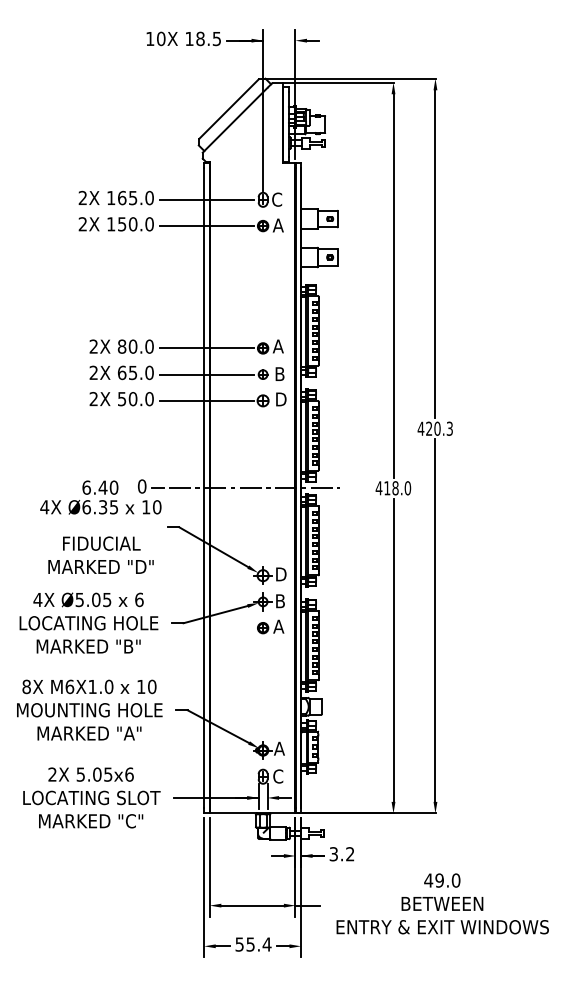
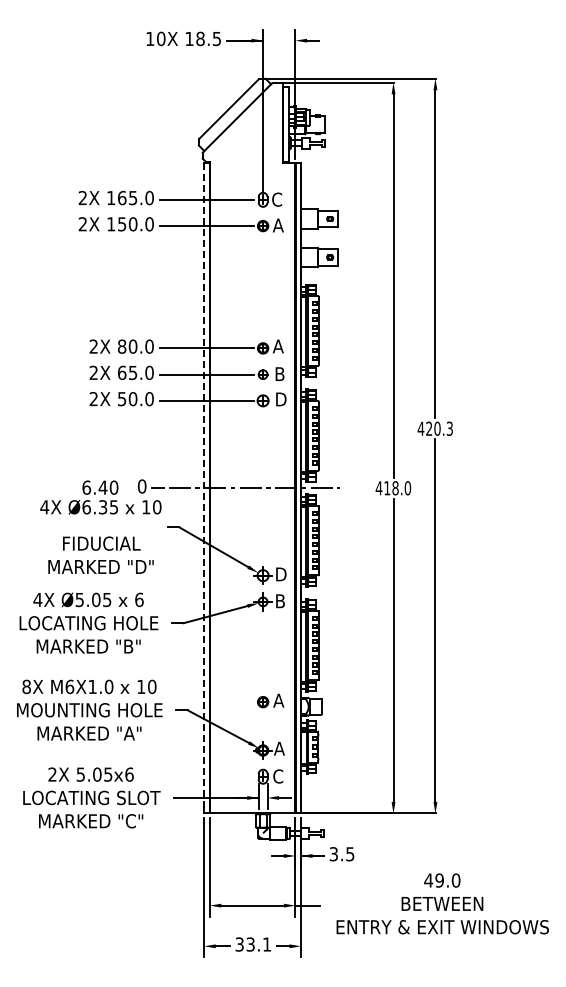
line at (204, 488): solid -> dashed
part at (270, 626) position: (270, 626) -> (270, 700)
text at (350, 854): 3.2 -> 3.5
text at (253, 944): 55.4 -> 33.1
